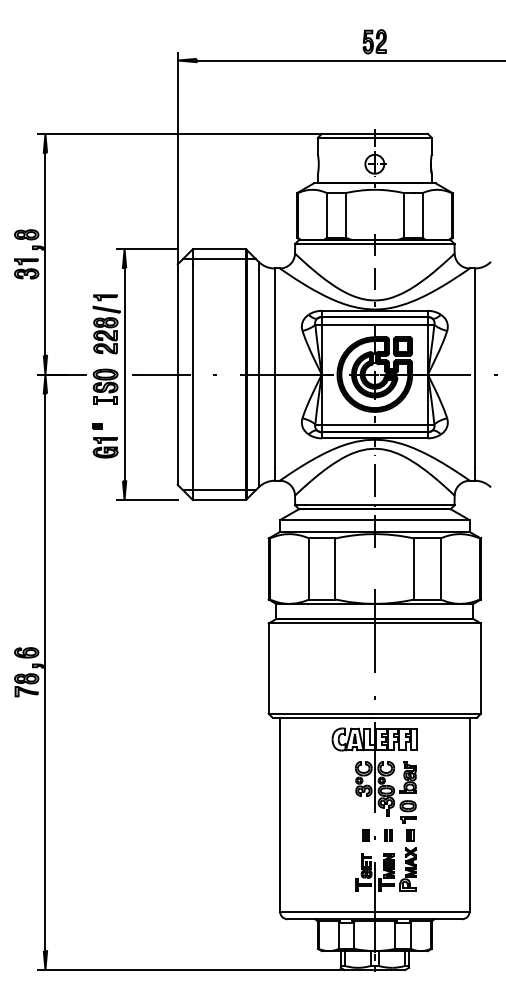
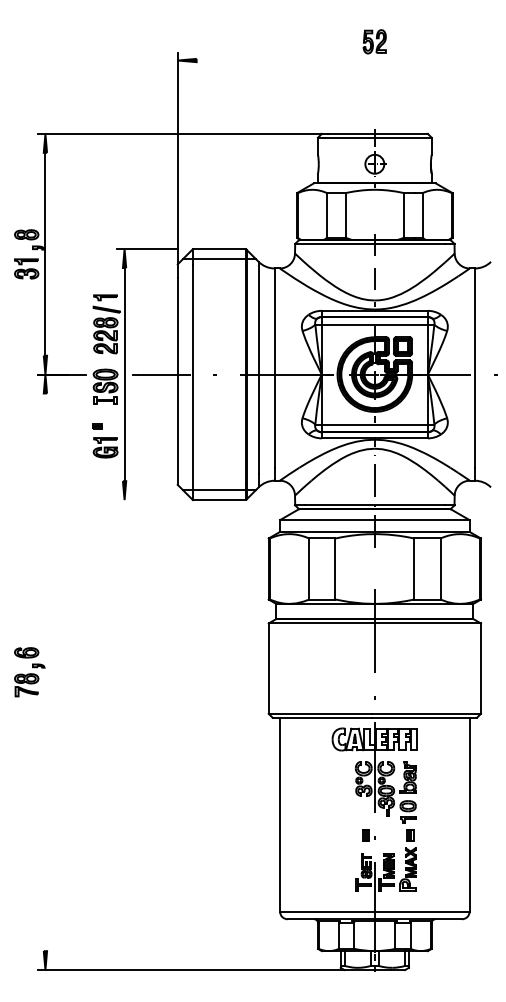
line at (348, 60): present -> none
line at (147, 500): present -> none
line at (45, 672): present -> none
part at (388, 835): present -> none
